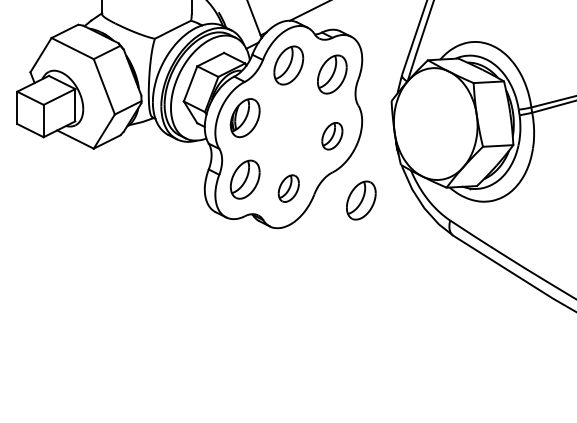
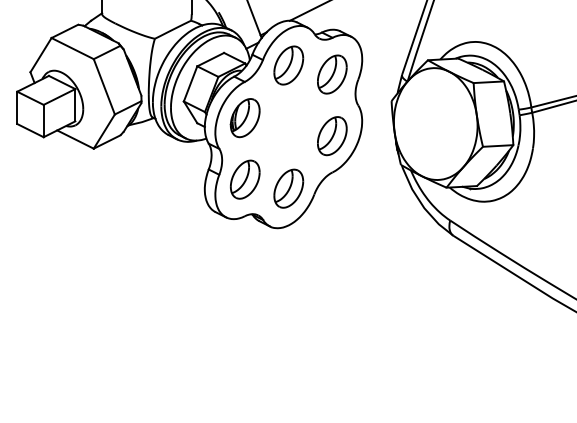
part at (332, 136) size: 23x29 px -> 31x41 px
part at (288, 188) size: 23x29 px -> 32x41 px
part at (361, 200): present -> none
